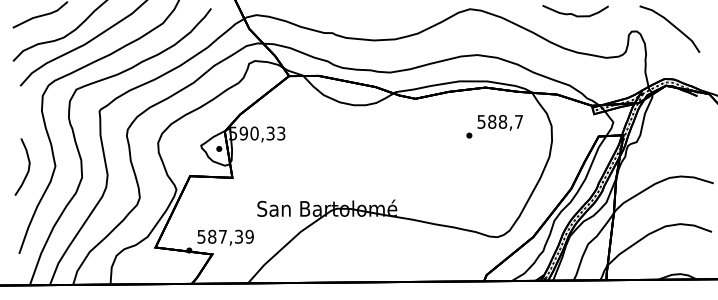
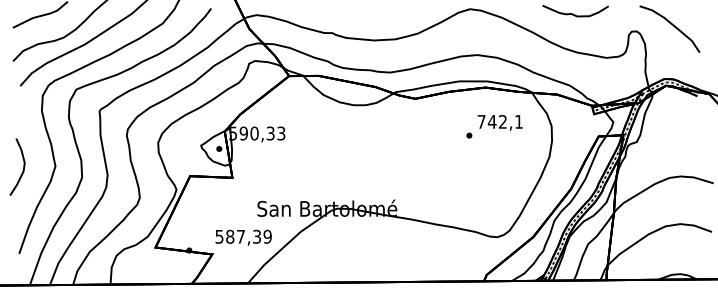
text at (499, 121): 588,7 -> 742,1
curve at (28, 166) position: (28, 166) -> (23, 166)
text at (225, 237) position: (225, 237) -> (243, 237)
